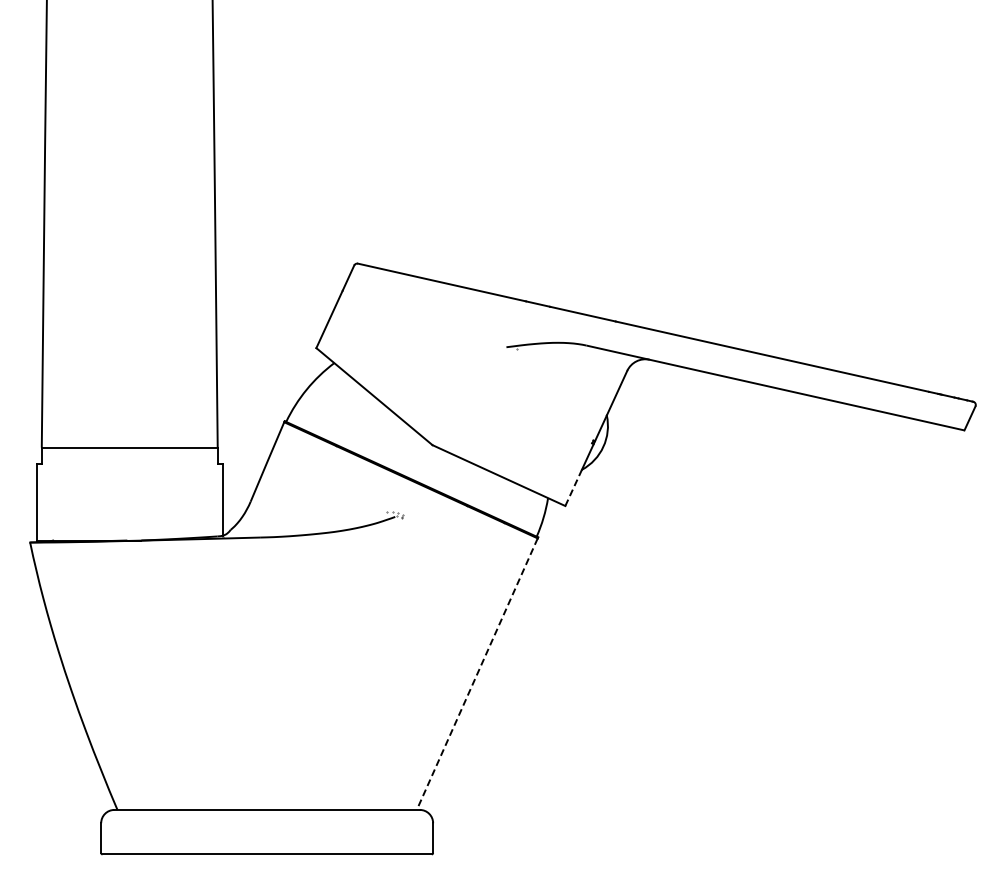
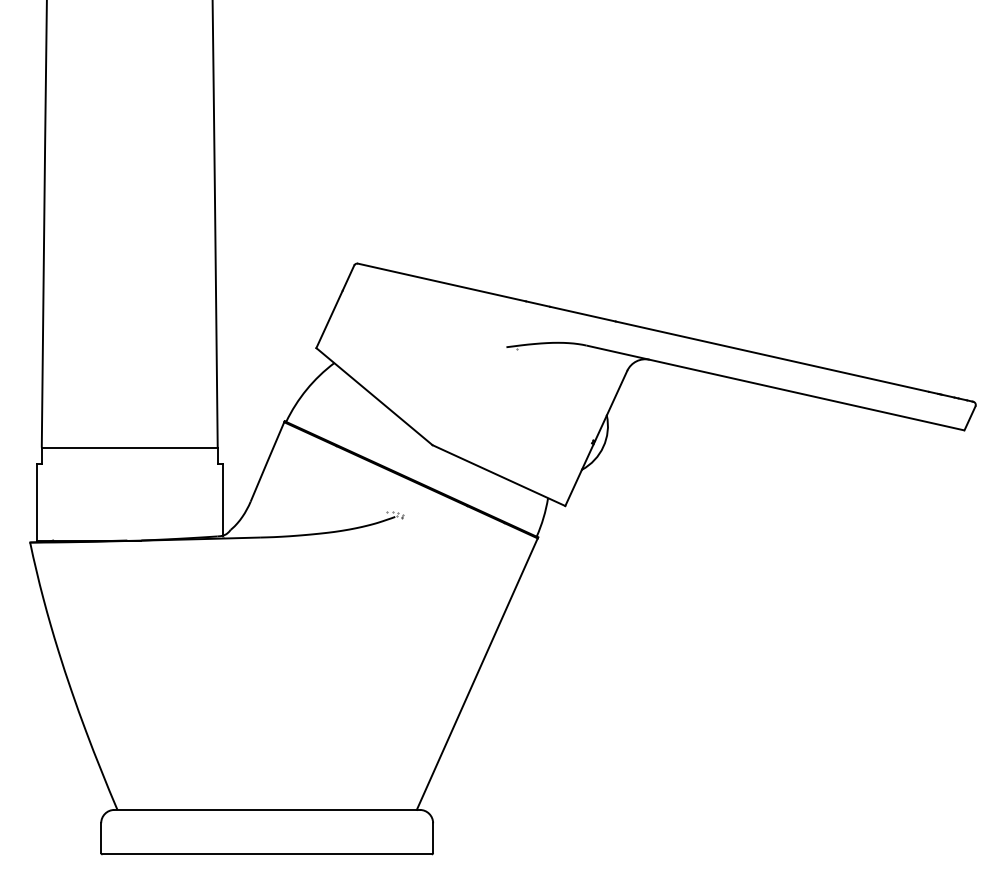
line at (573, 487): dashed -> solid
line at (477, 674): dashed -> solid
